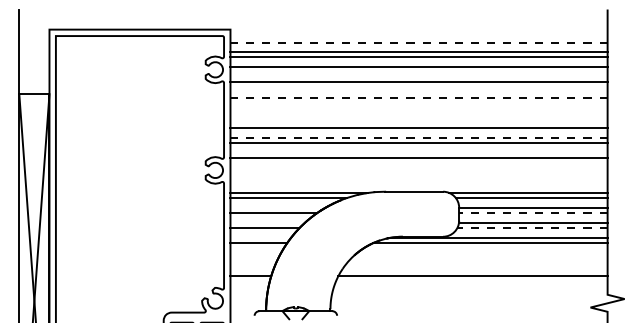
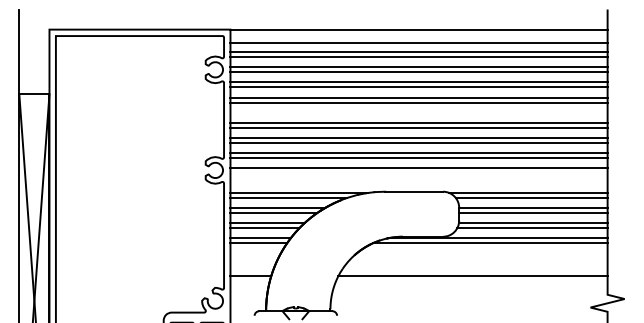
line at (418, 29): none -> present
line at (419, 43): dashed -> solid
line at (418, 72): none -> present
line at (418, 87): none -> present
line at (419, 97): dashed -> solid
line at (418, 102): none -> present
line at (418, 122): none -> present
line at (419, 137): dashed -> solid
line at (418, 152): none -> present
line at (418, 167): none -> present
line at (277, 208): none -> present
line at (532, 213): dashed -> solid
line at (267, 223): none -> present
line at (531, 228): dashed -> solid
line at (260, 238): none -> present
